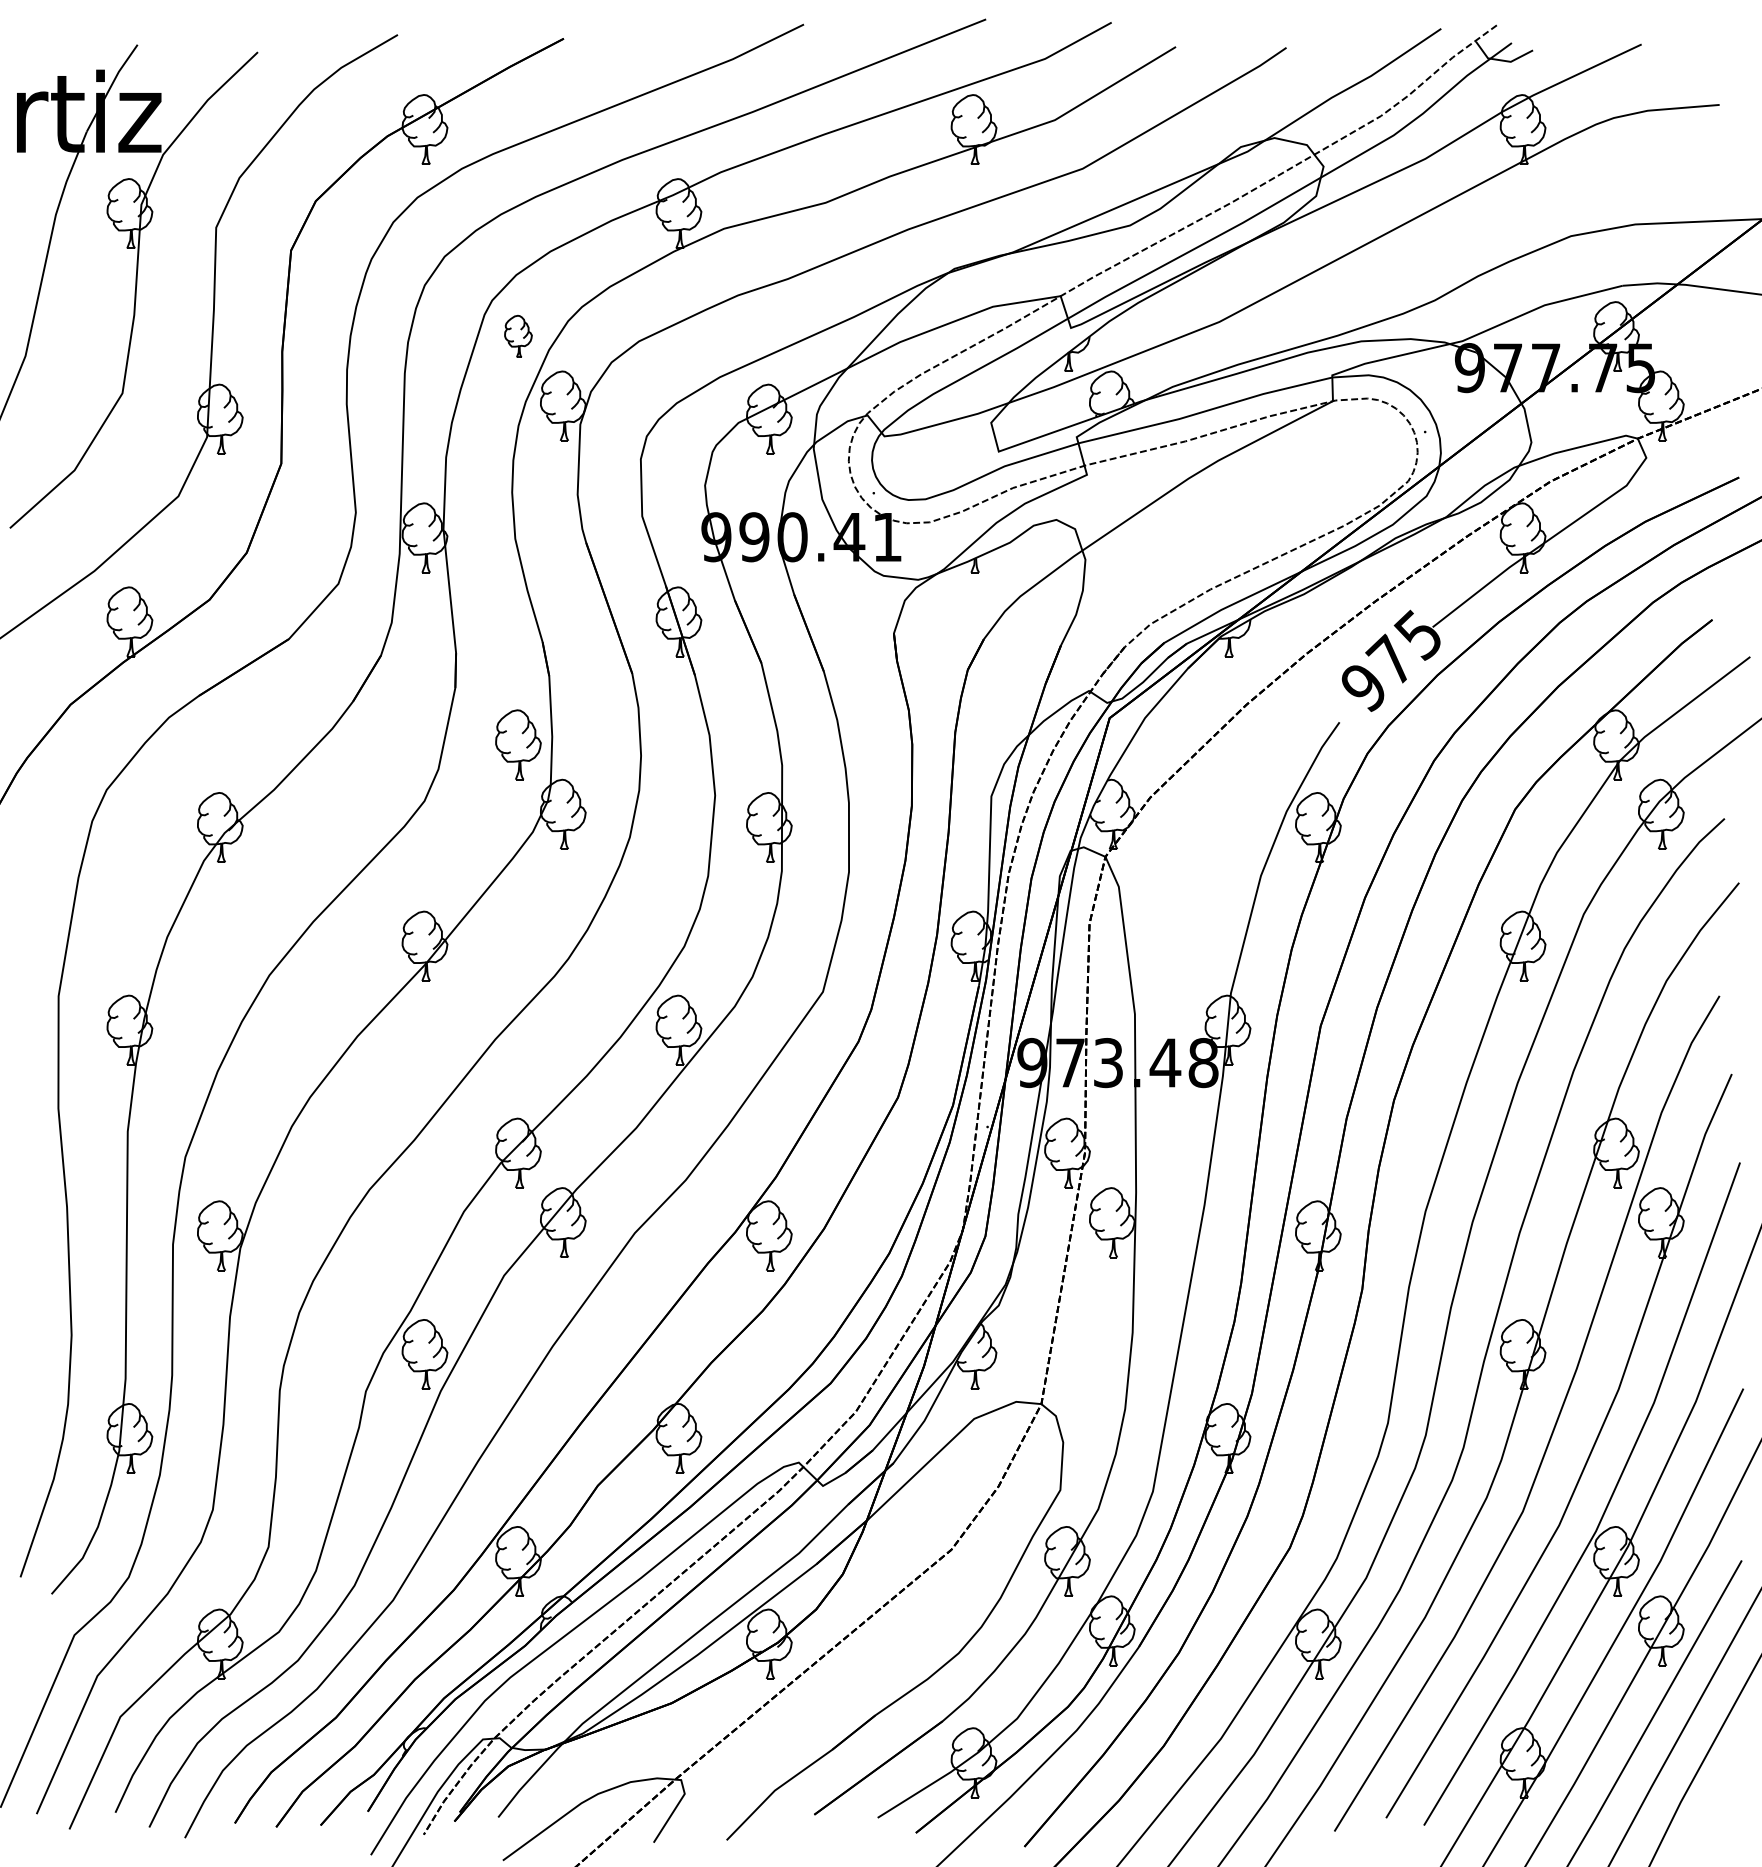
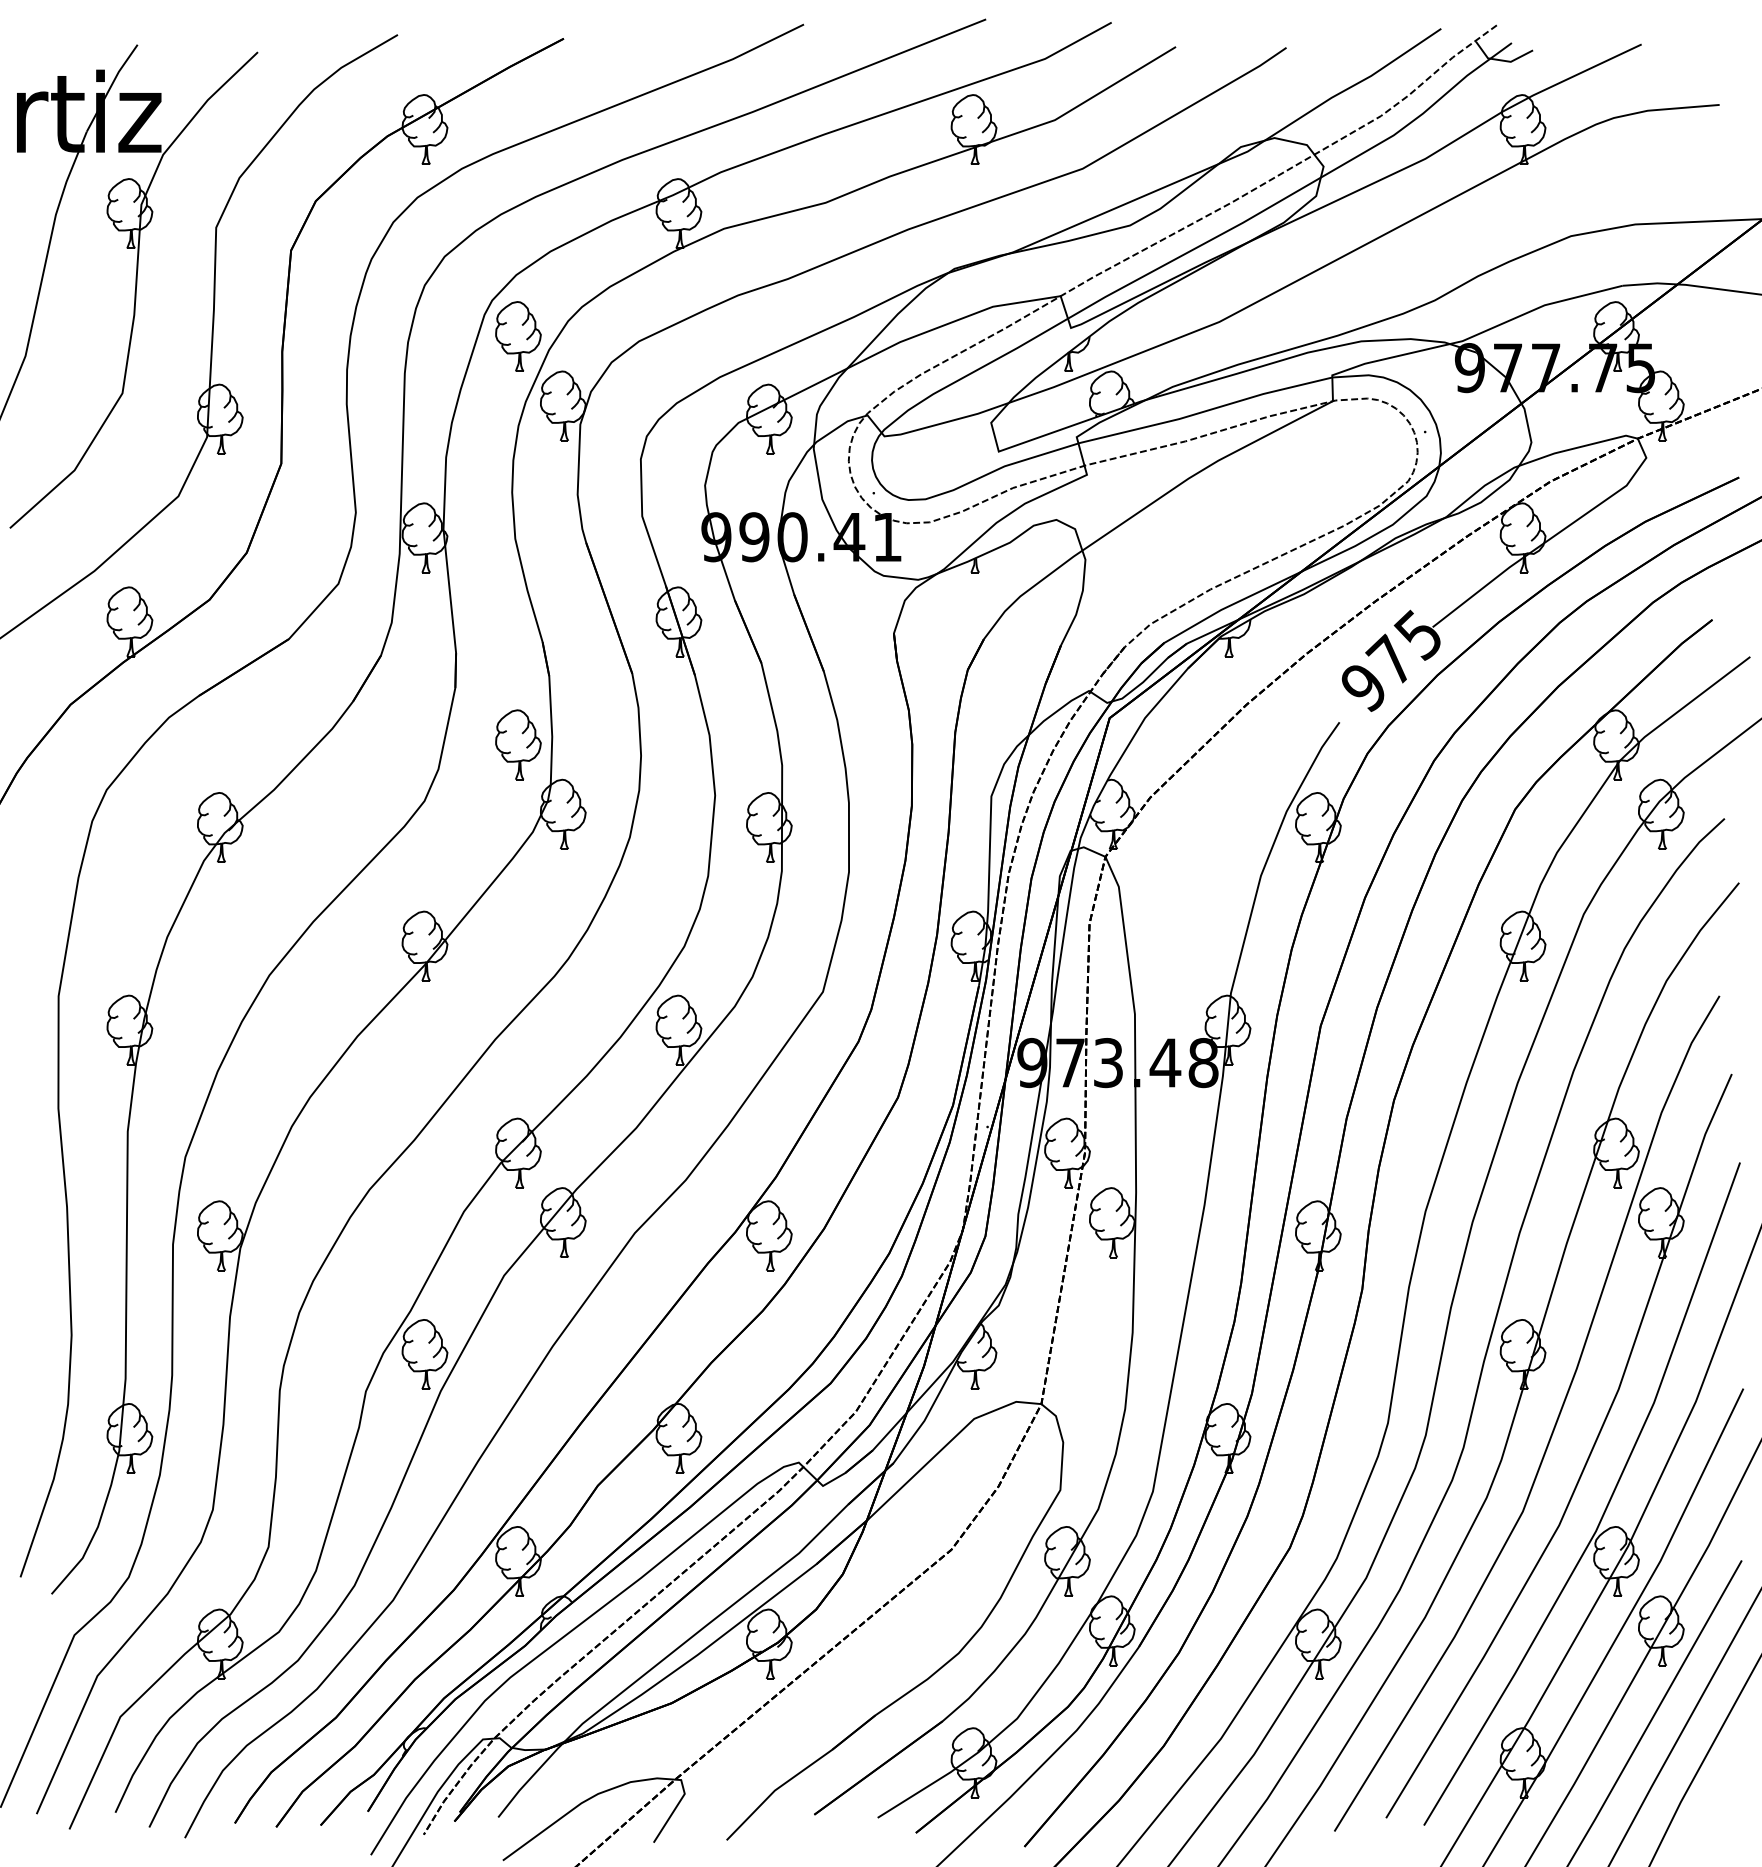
part at (518, 336) size: 29x43 px -> 47x71 px
